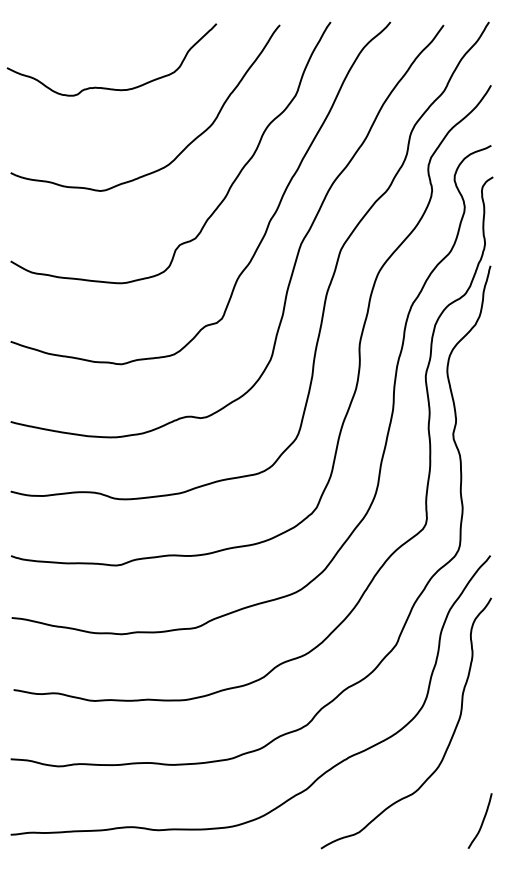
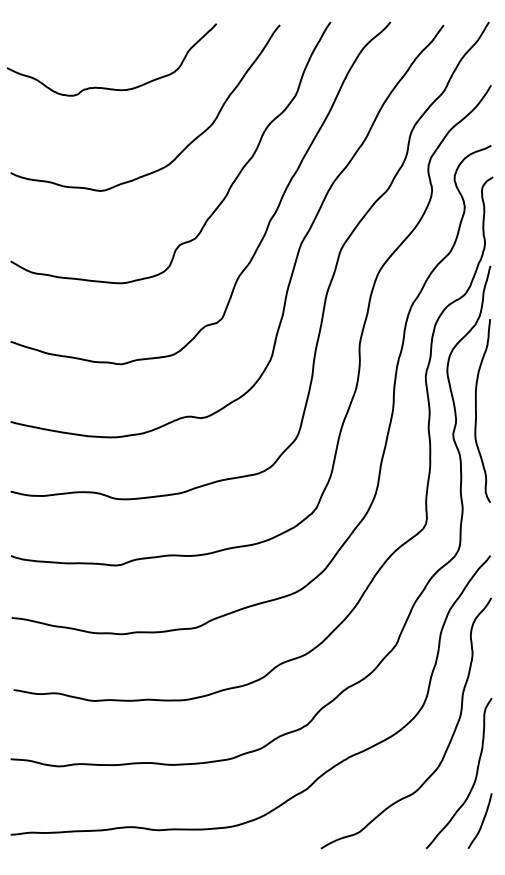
curve at (476, 410): none -> present
curve at (475, 774): none -> present
